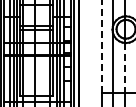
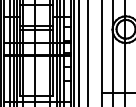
line at (102, 45): dashed -> solid
line at (88, 52): none -> present
line at (124, 67): dashed -> solid
